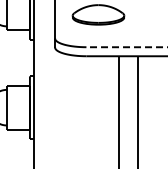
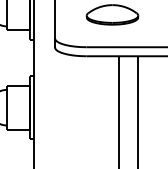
part at (98, 14) position: (98, 14) -> (112, 14)
line at (126, 47): dashed -> solid
